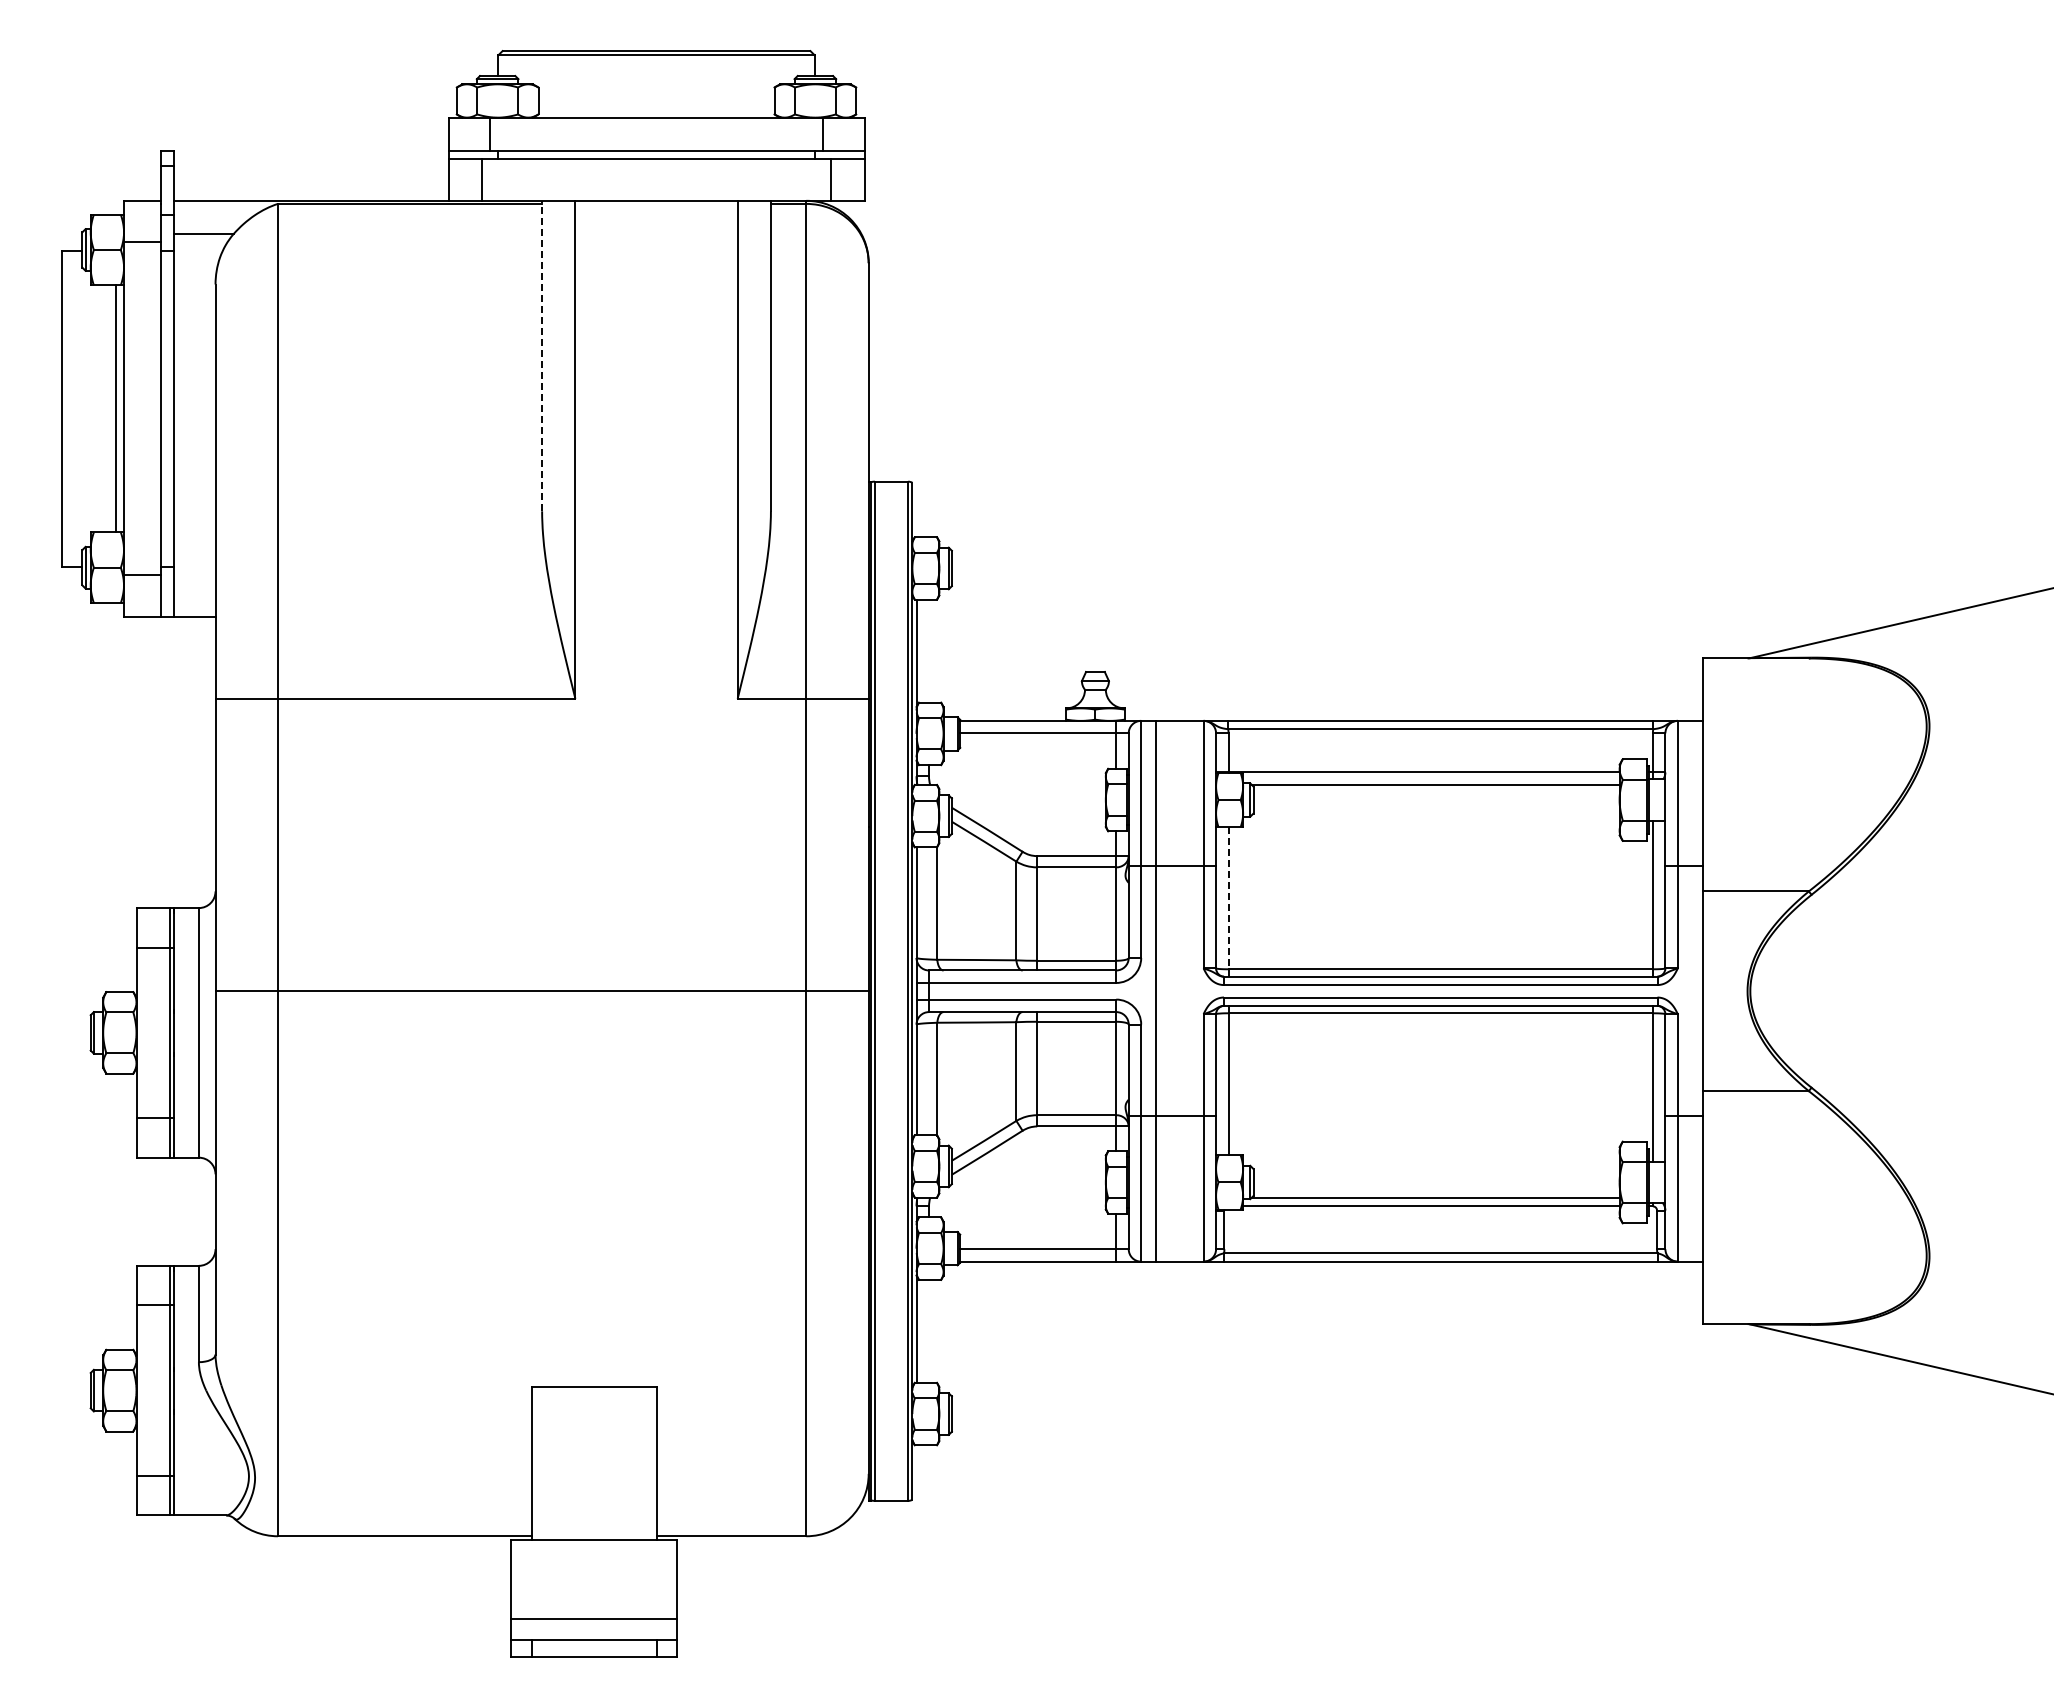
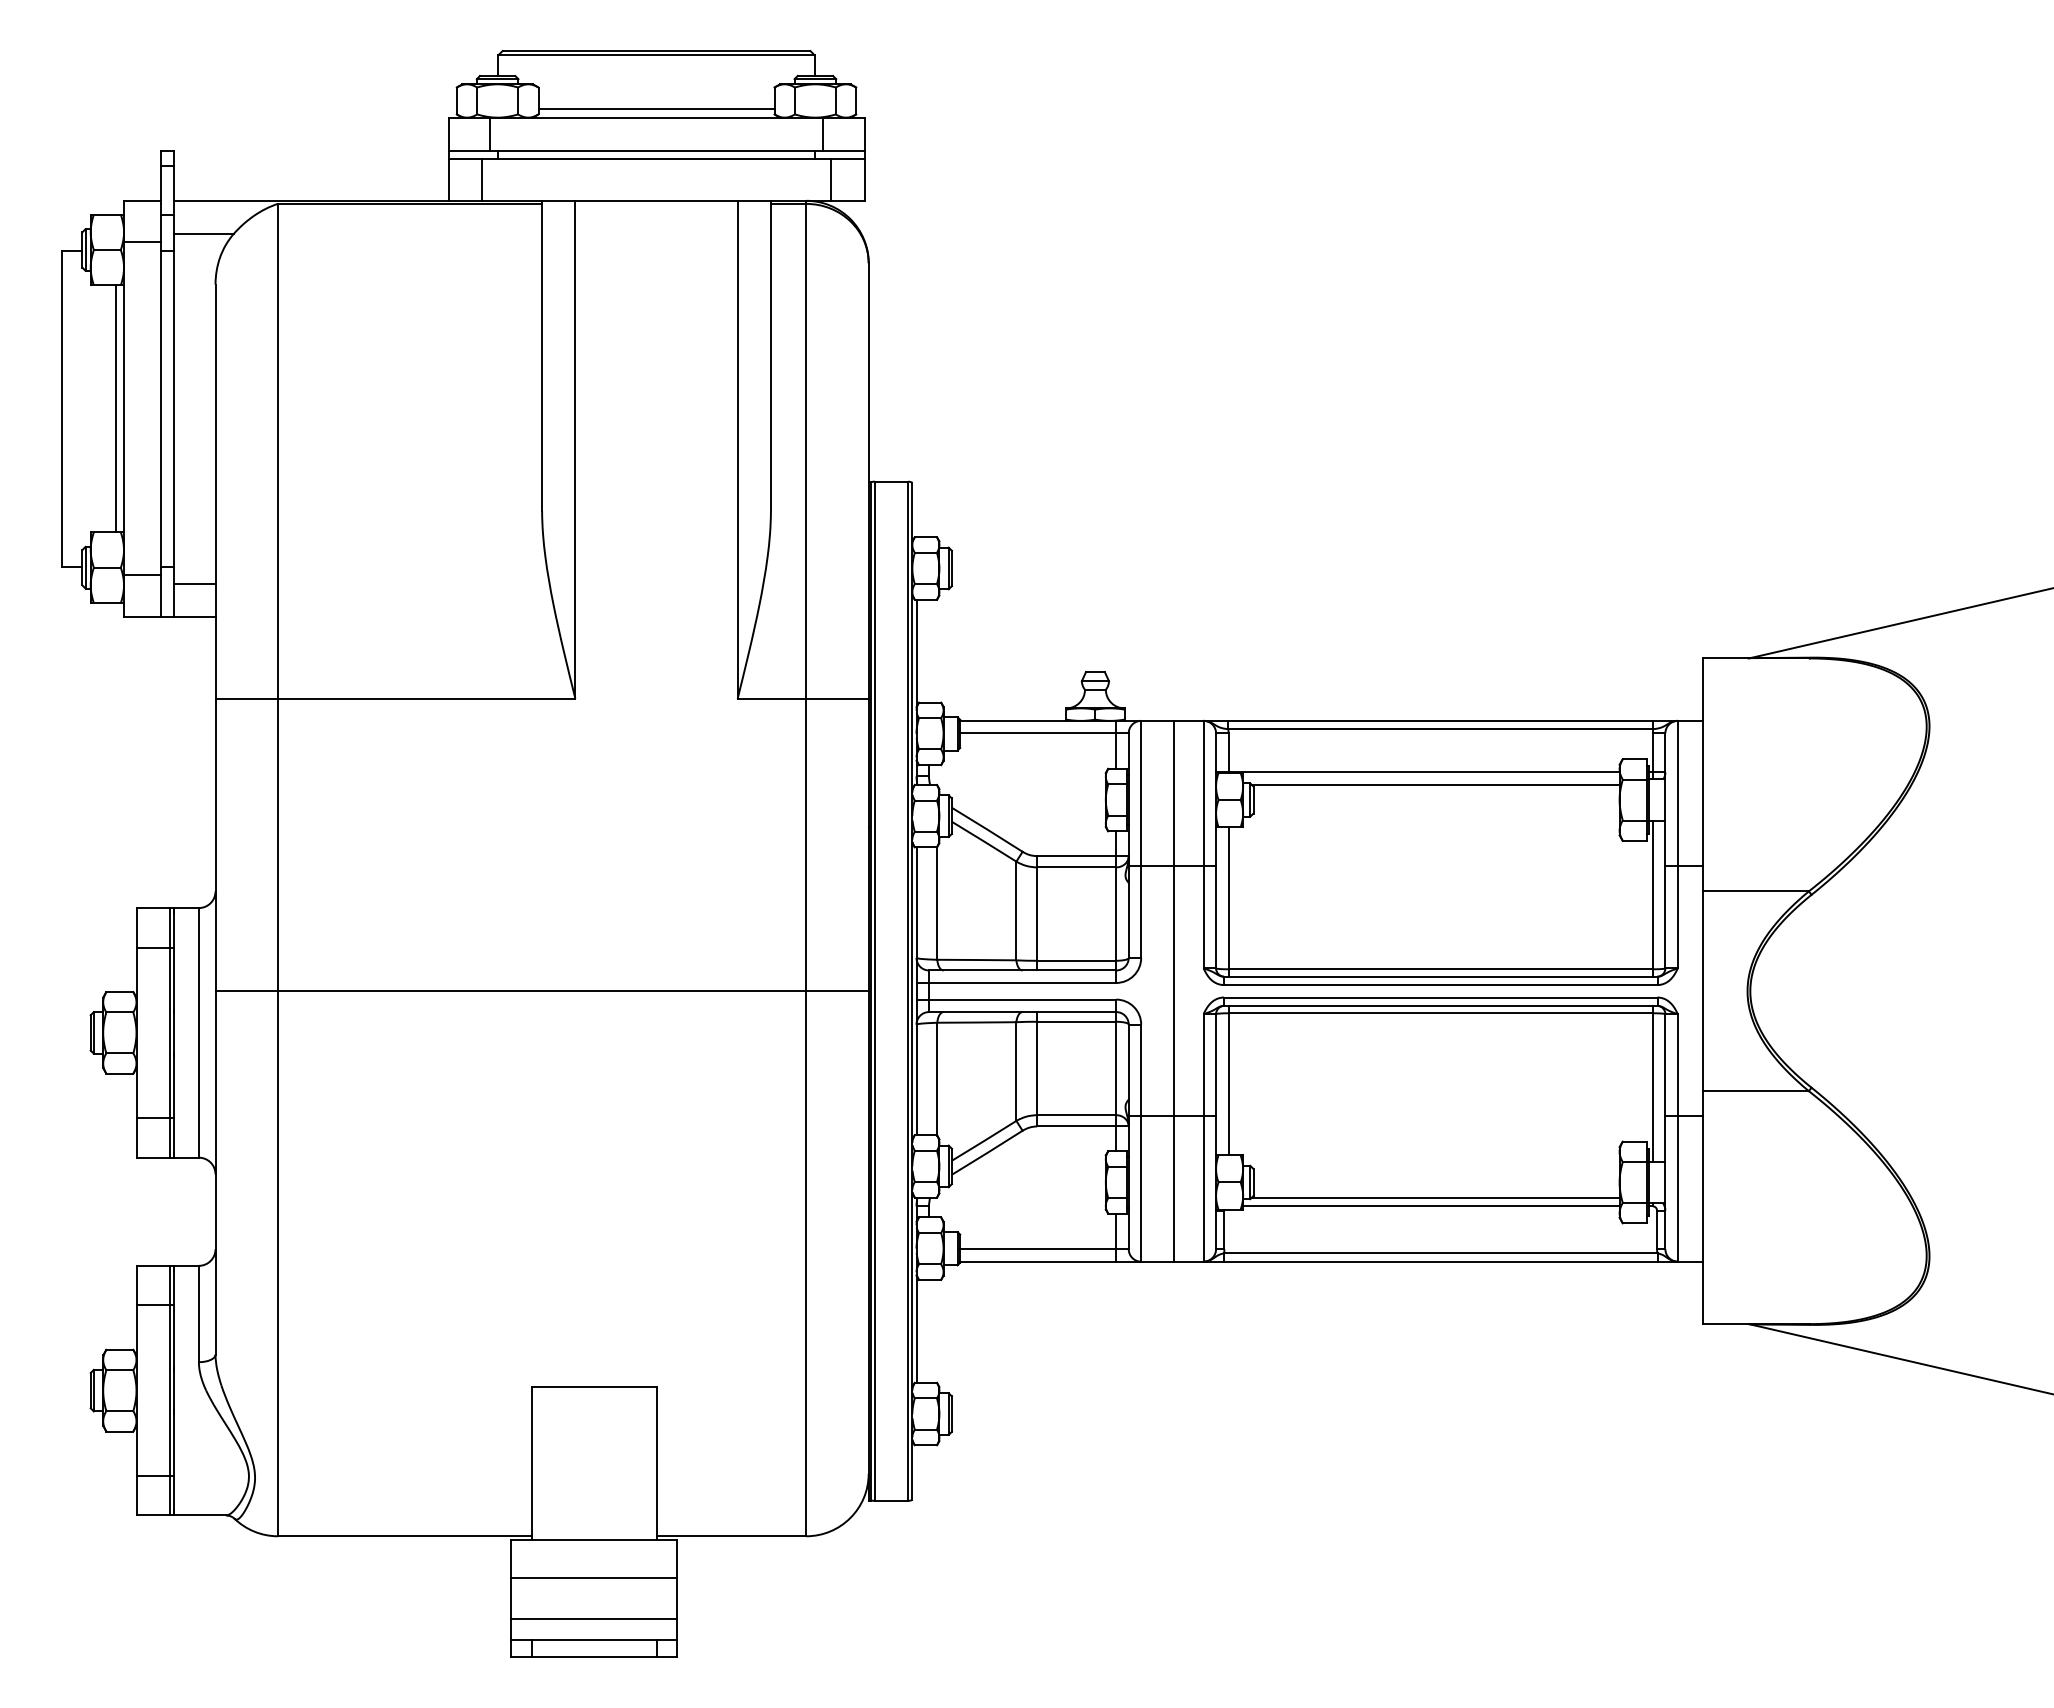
line at (656, 109): none -> present
line at (542, 355): dashed -> solid
line at (194, 583): none -> present
line at (1228, 901): dashed -> solid
line at (1156, 990) position: (1156, 990) -> (1174, 990)
line at (593, 1577): none -> present
